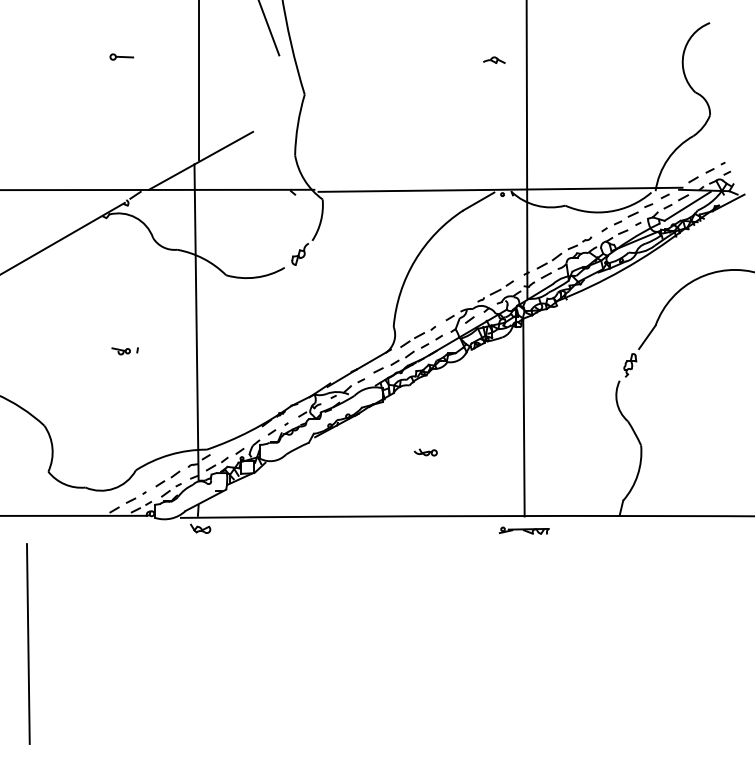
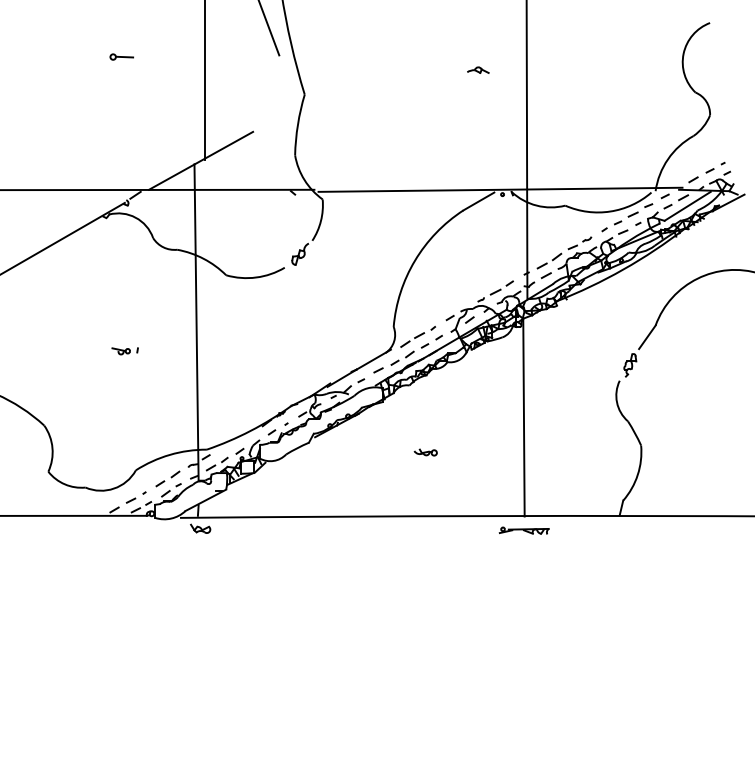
part at (494, 59) position: (494, 59) -> (478, 69)
line at (198, 81) position: (198, 81) -> (204, 81)
line at (28, 643): present -> none
